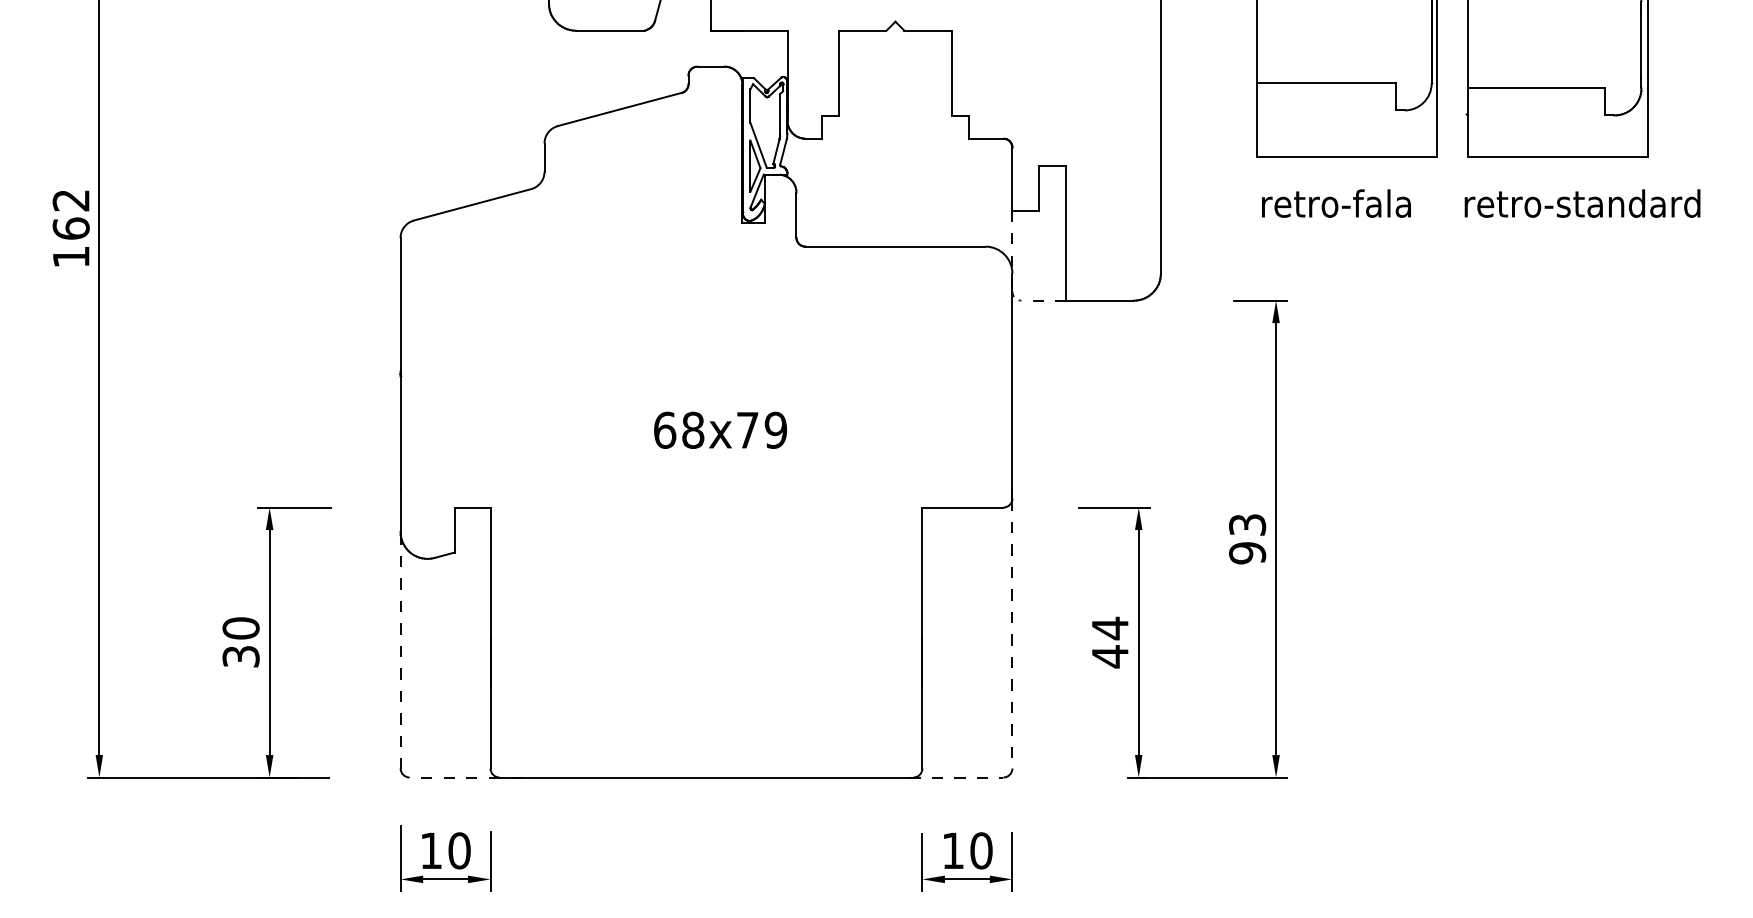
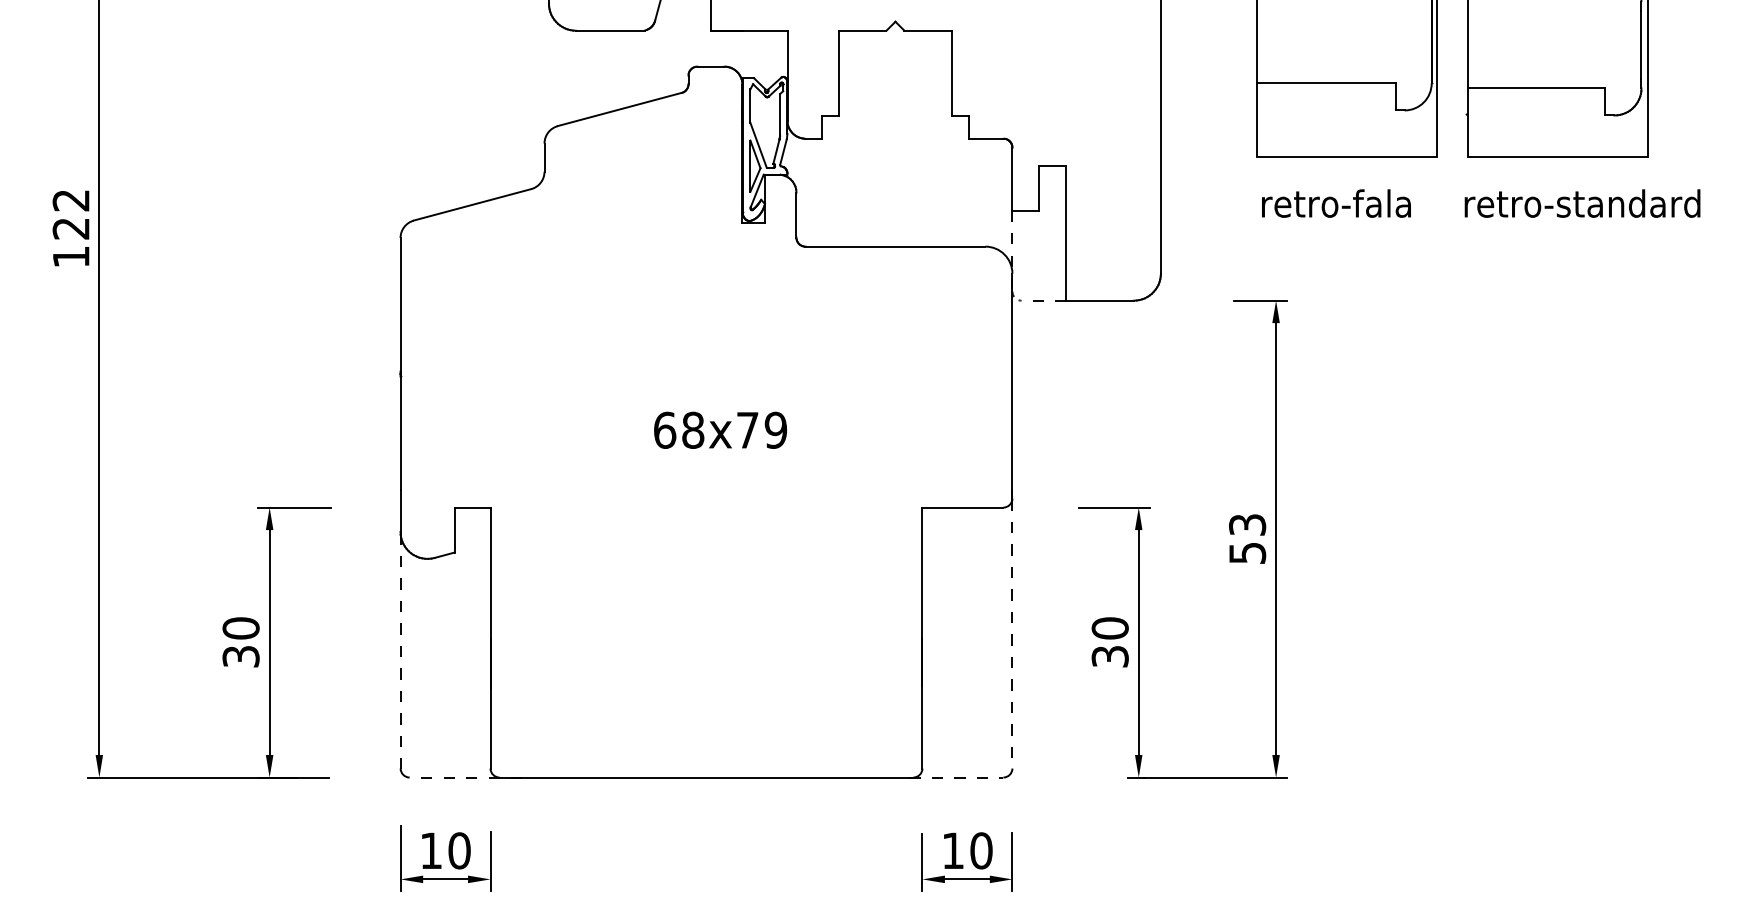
text at (70, 228): 162 -> 122
text at (1247, 553): 93 -> 53
text at (1109, 642): 44 -> 30
